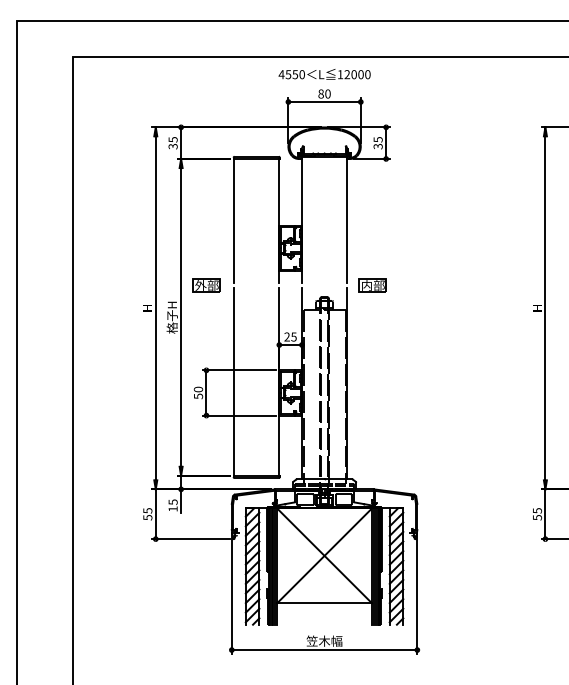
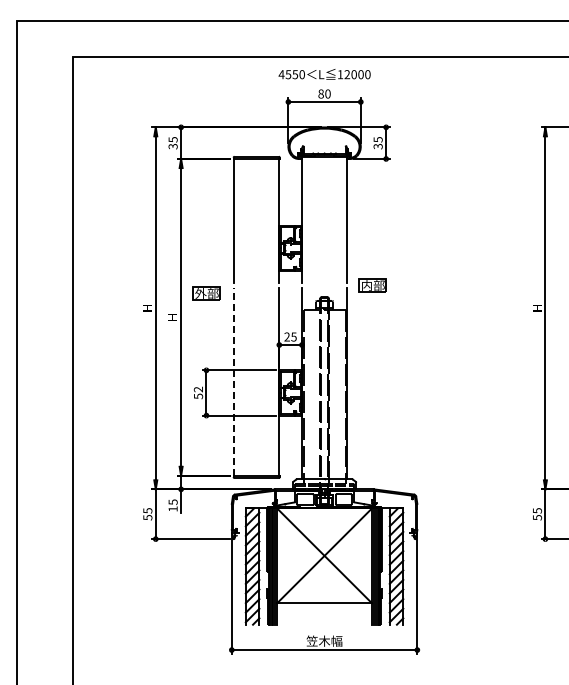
part at (206, 285) position: (206, 285) -> (206, 293)
text at (171, 317): 格子H -> H
line at (234, 382): solid -> dashed
text at (198, 389): 50 -> 52
